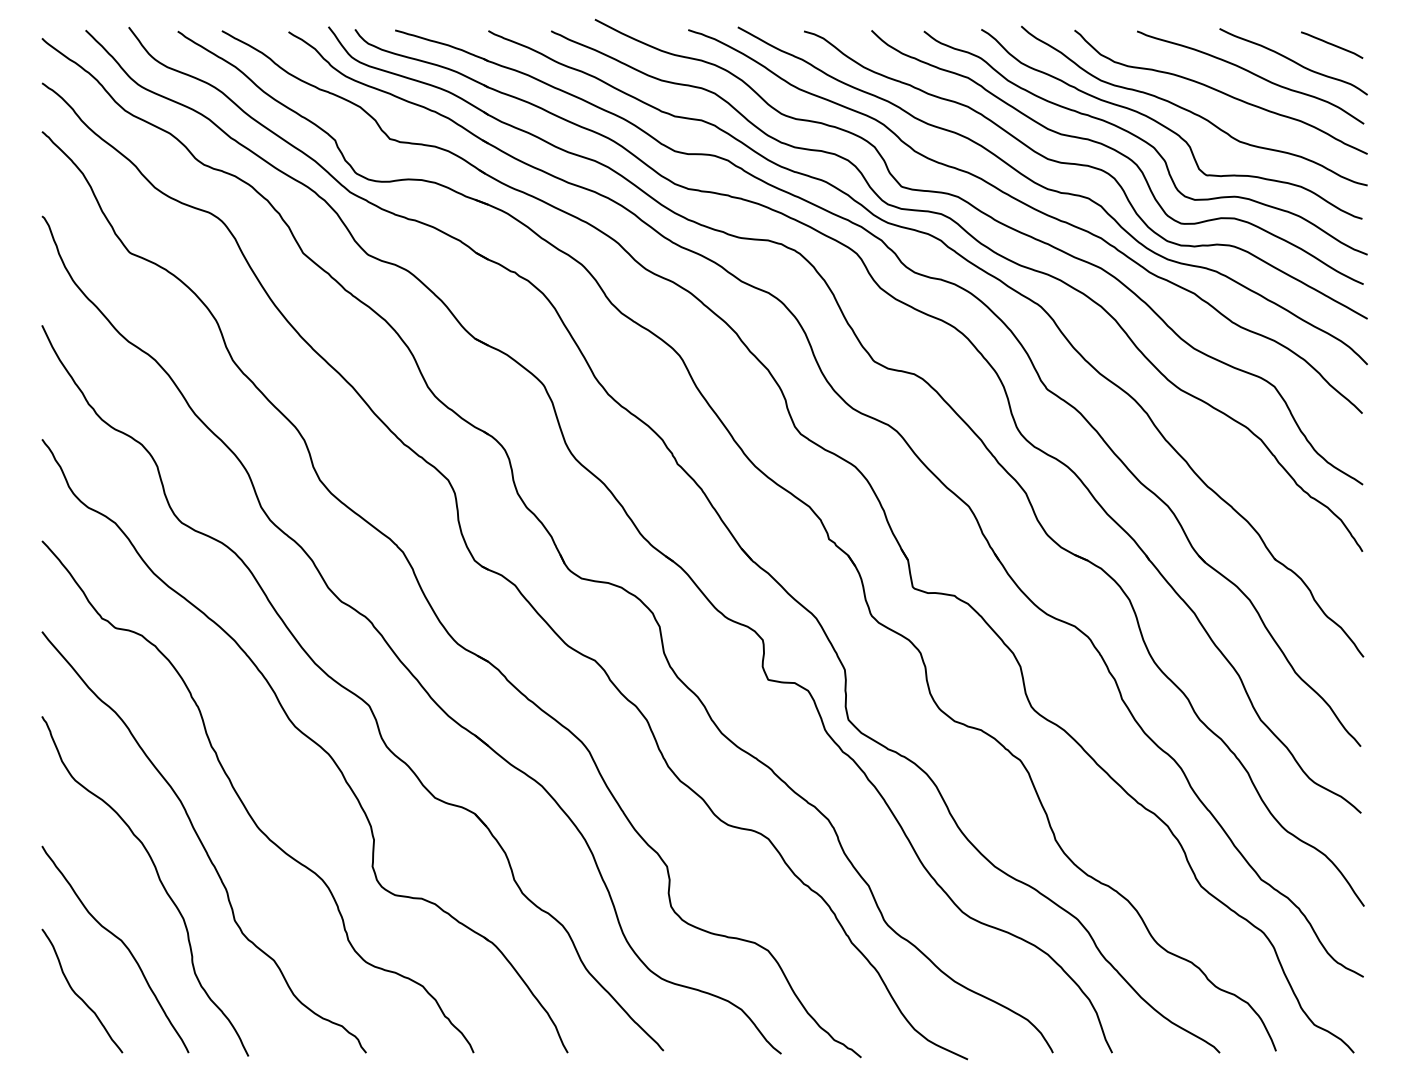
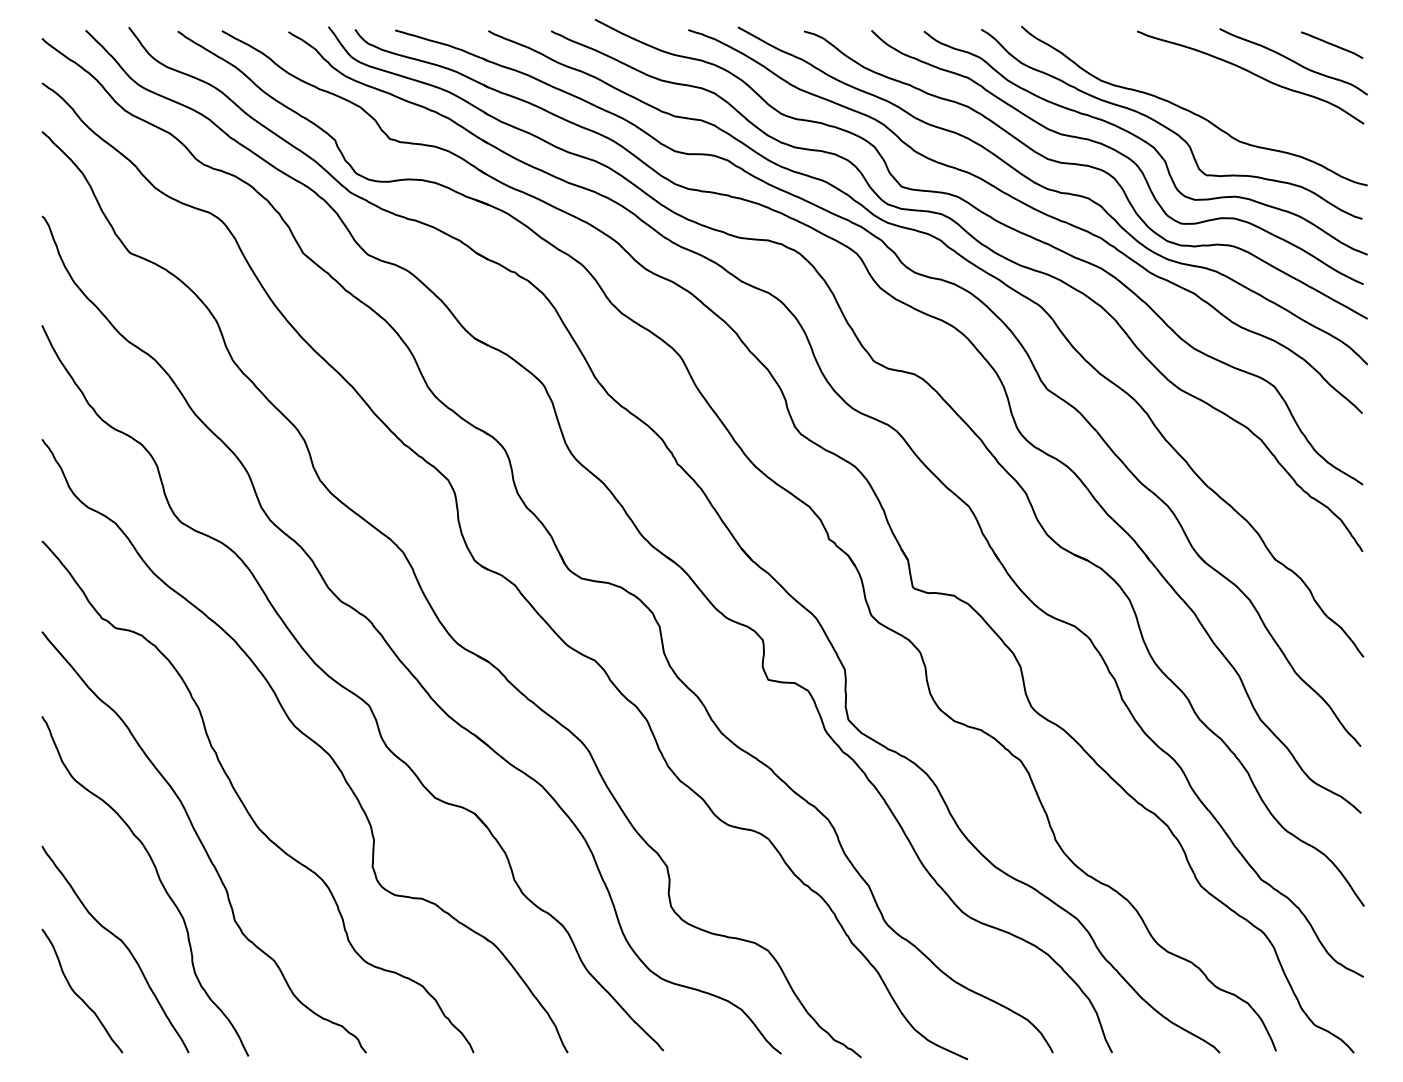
curve at (1220, 91): present -> none
